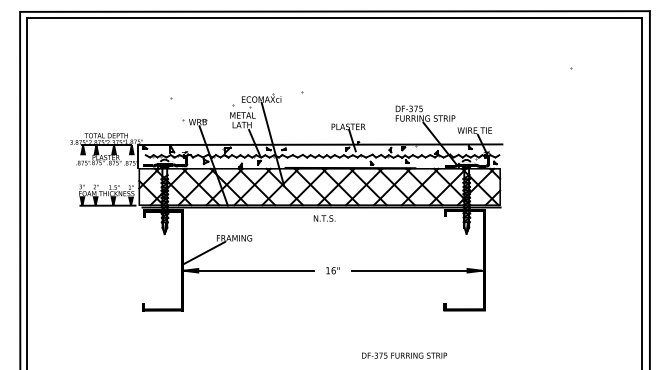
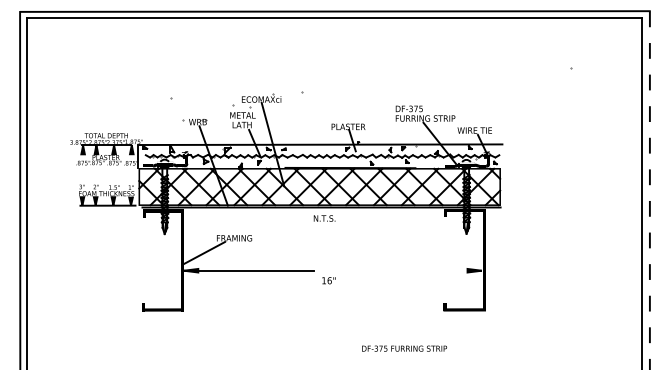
line at (649, 190): solid -> dashed
text at (332, 270) position: (332, 270) -> (328, 280)
line at (416, 270): present -> none
text at (404, 355) position: (404, 355) -> (404, 348)
